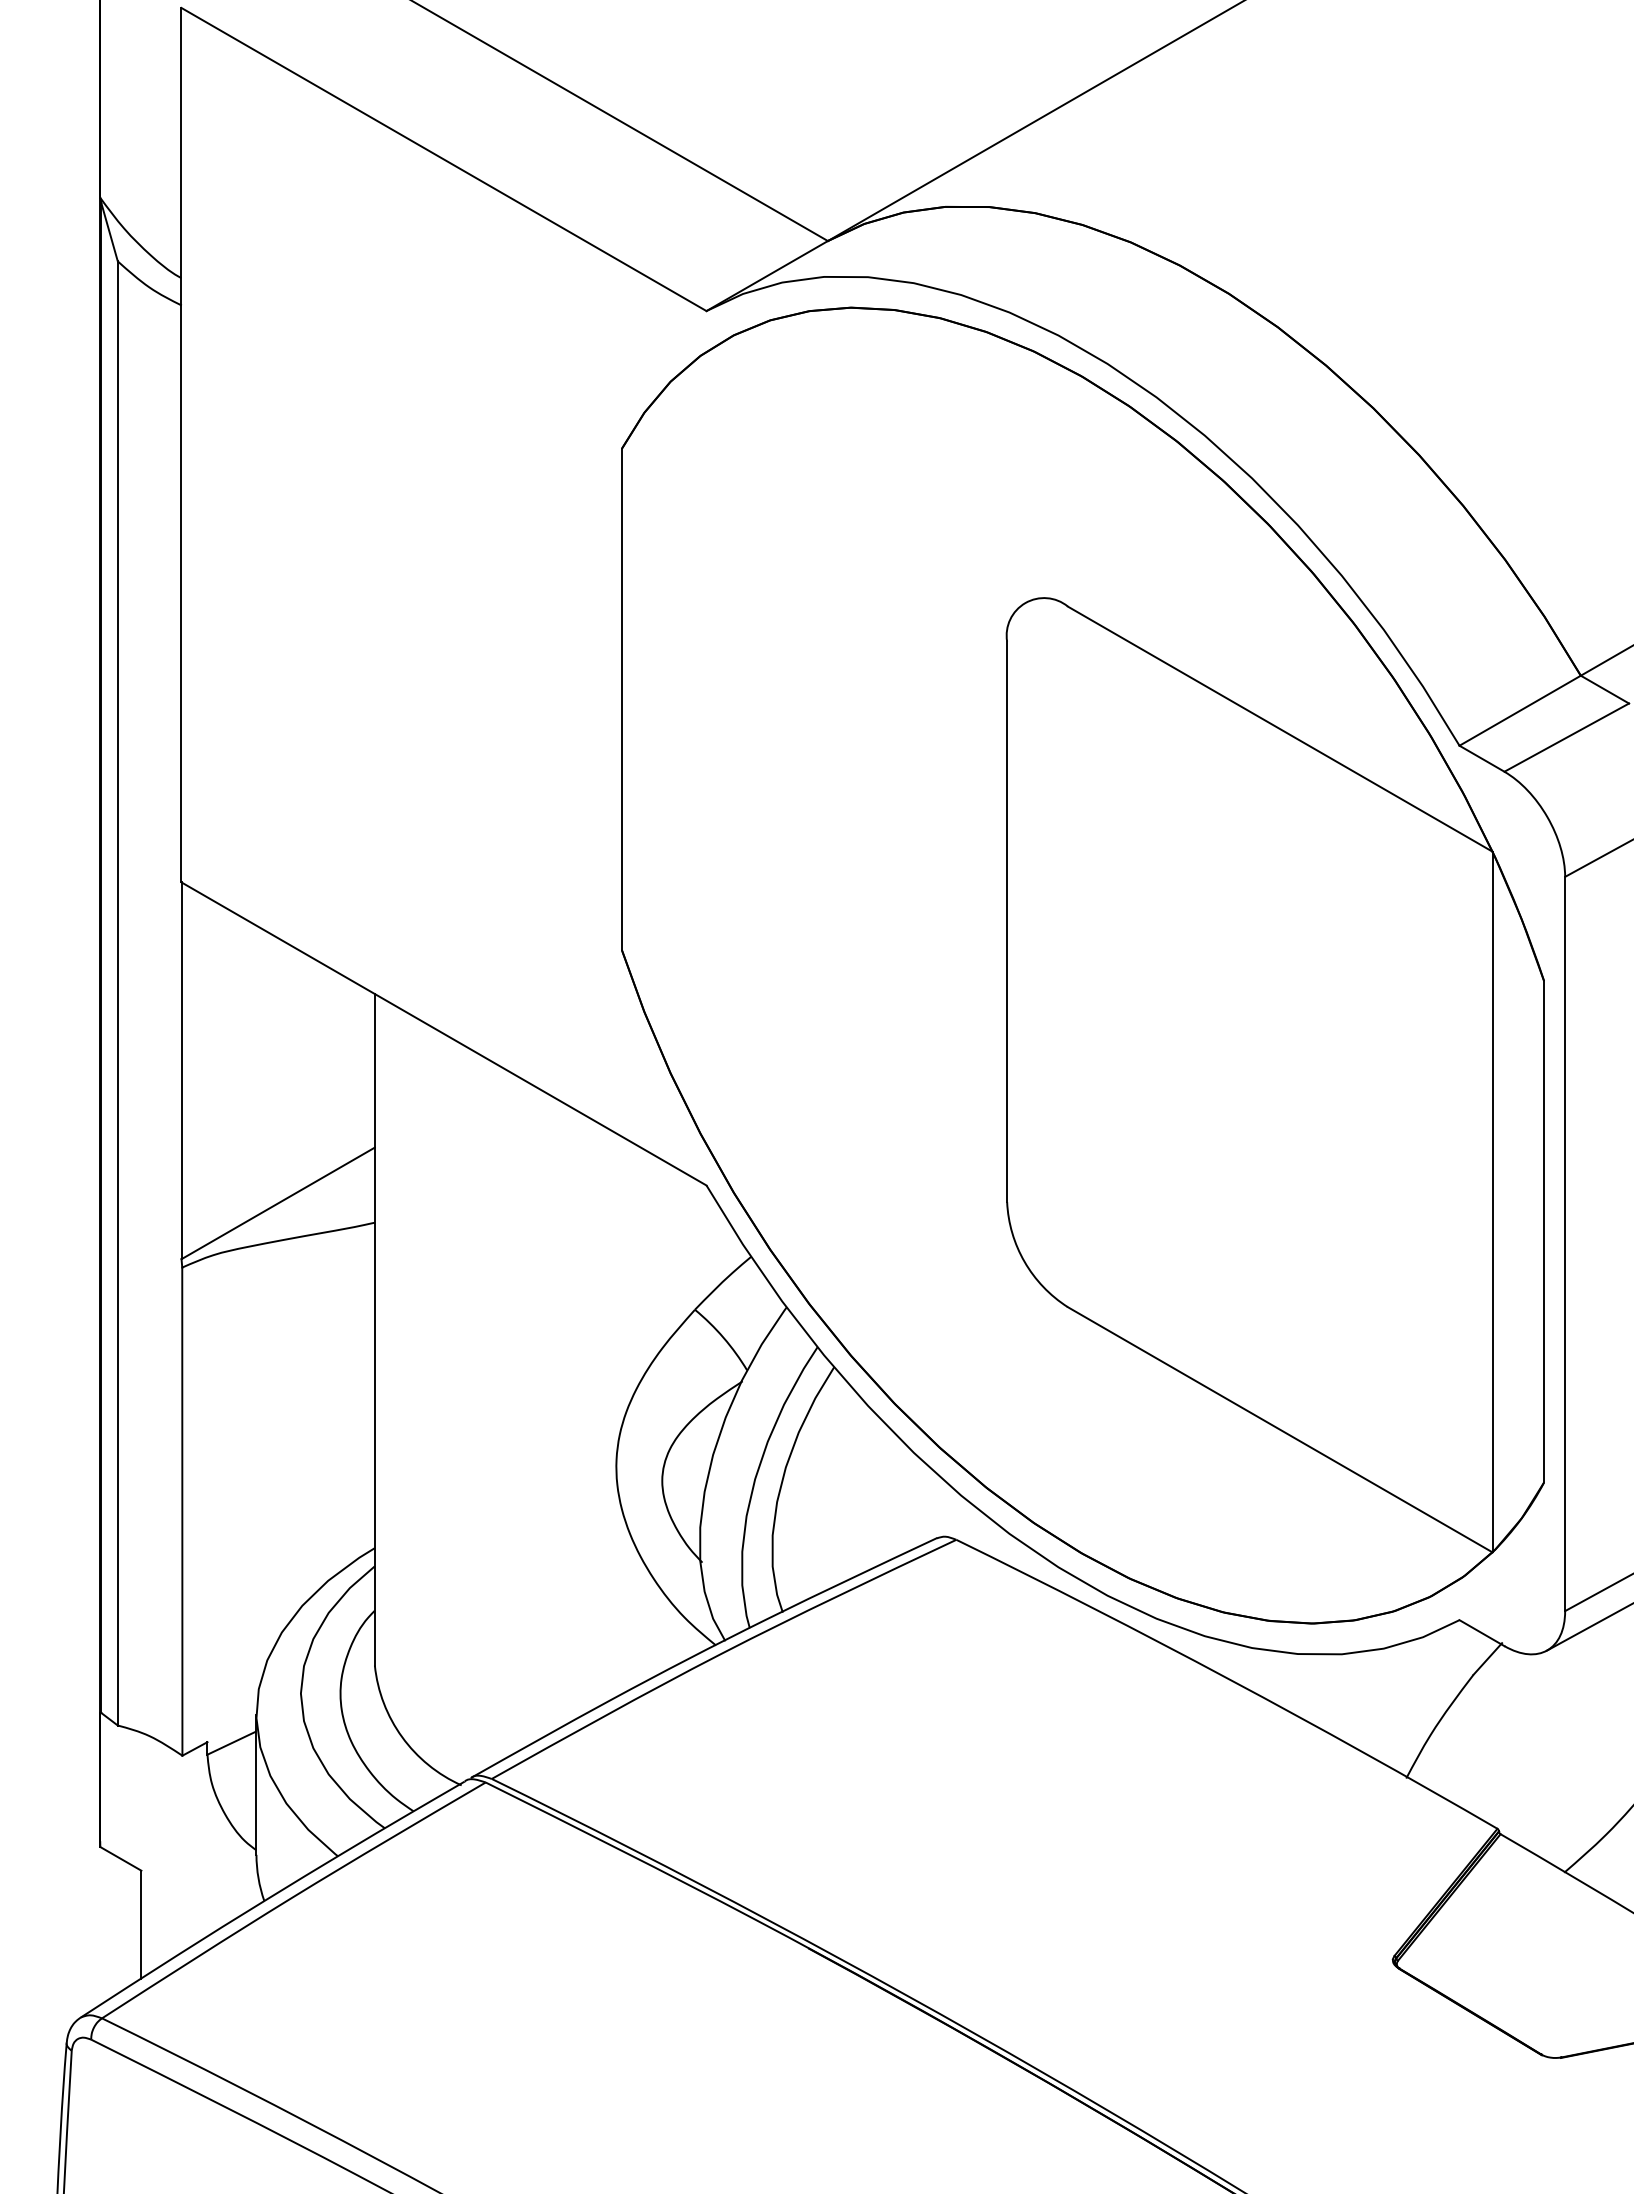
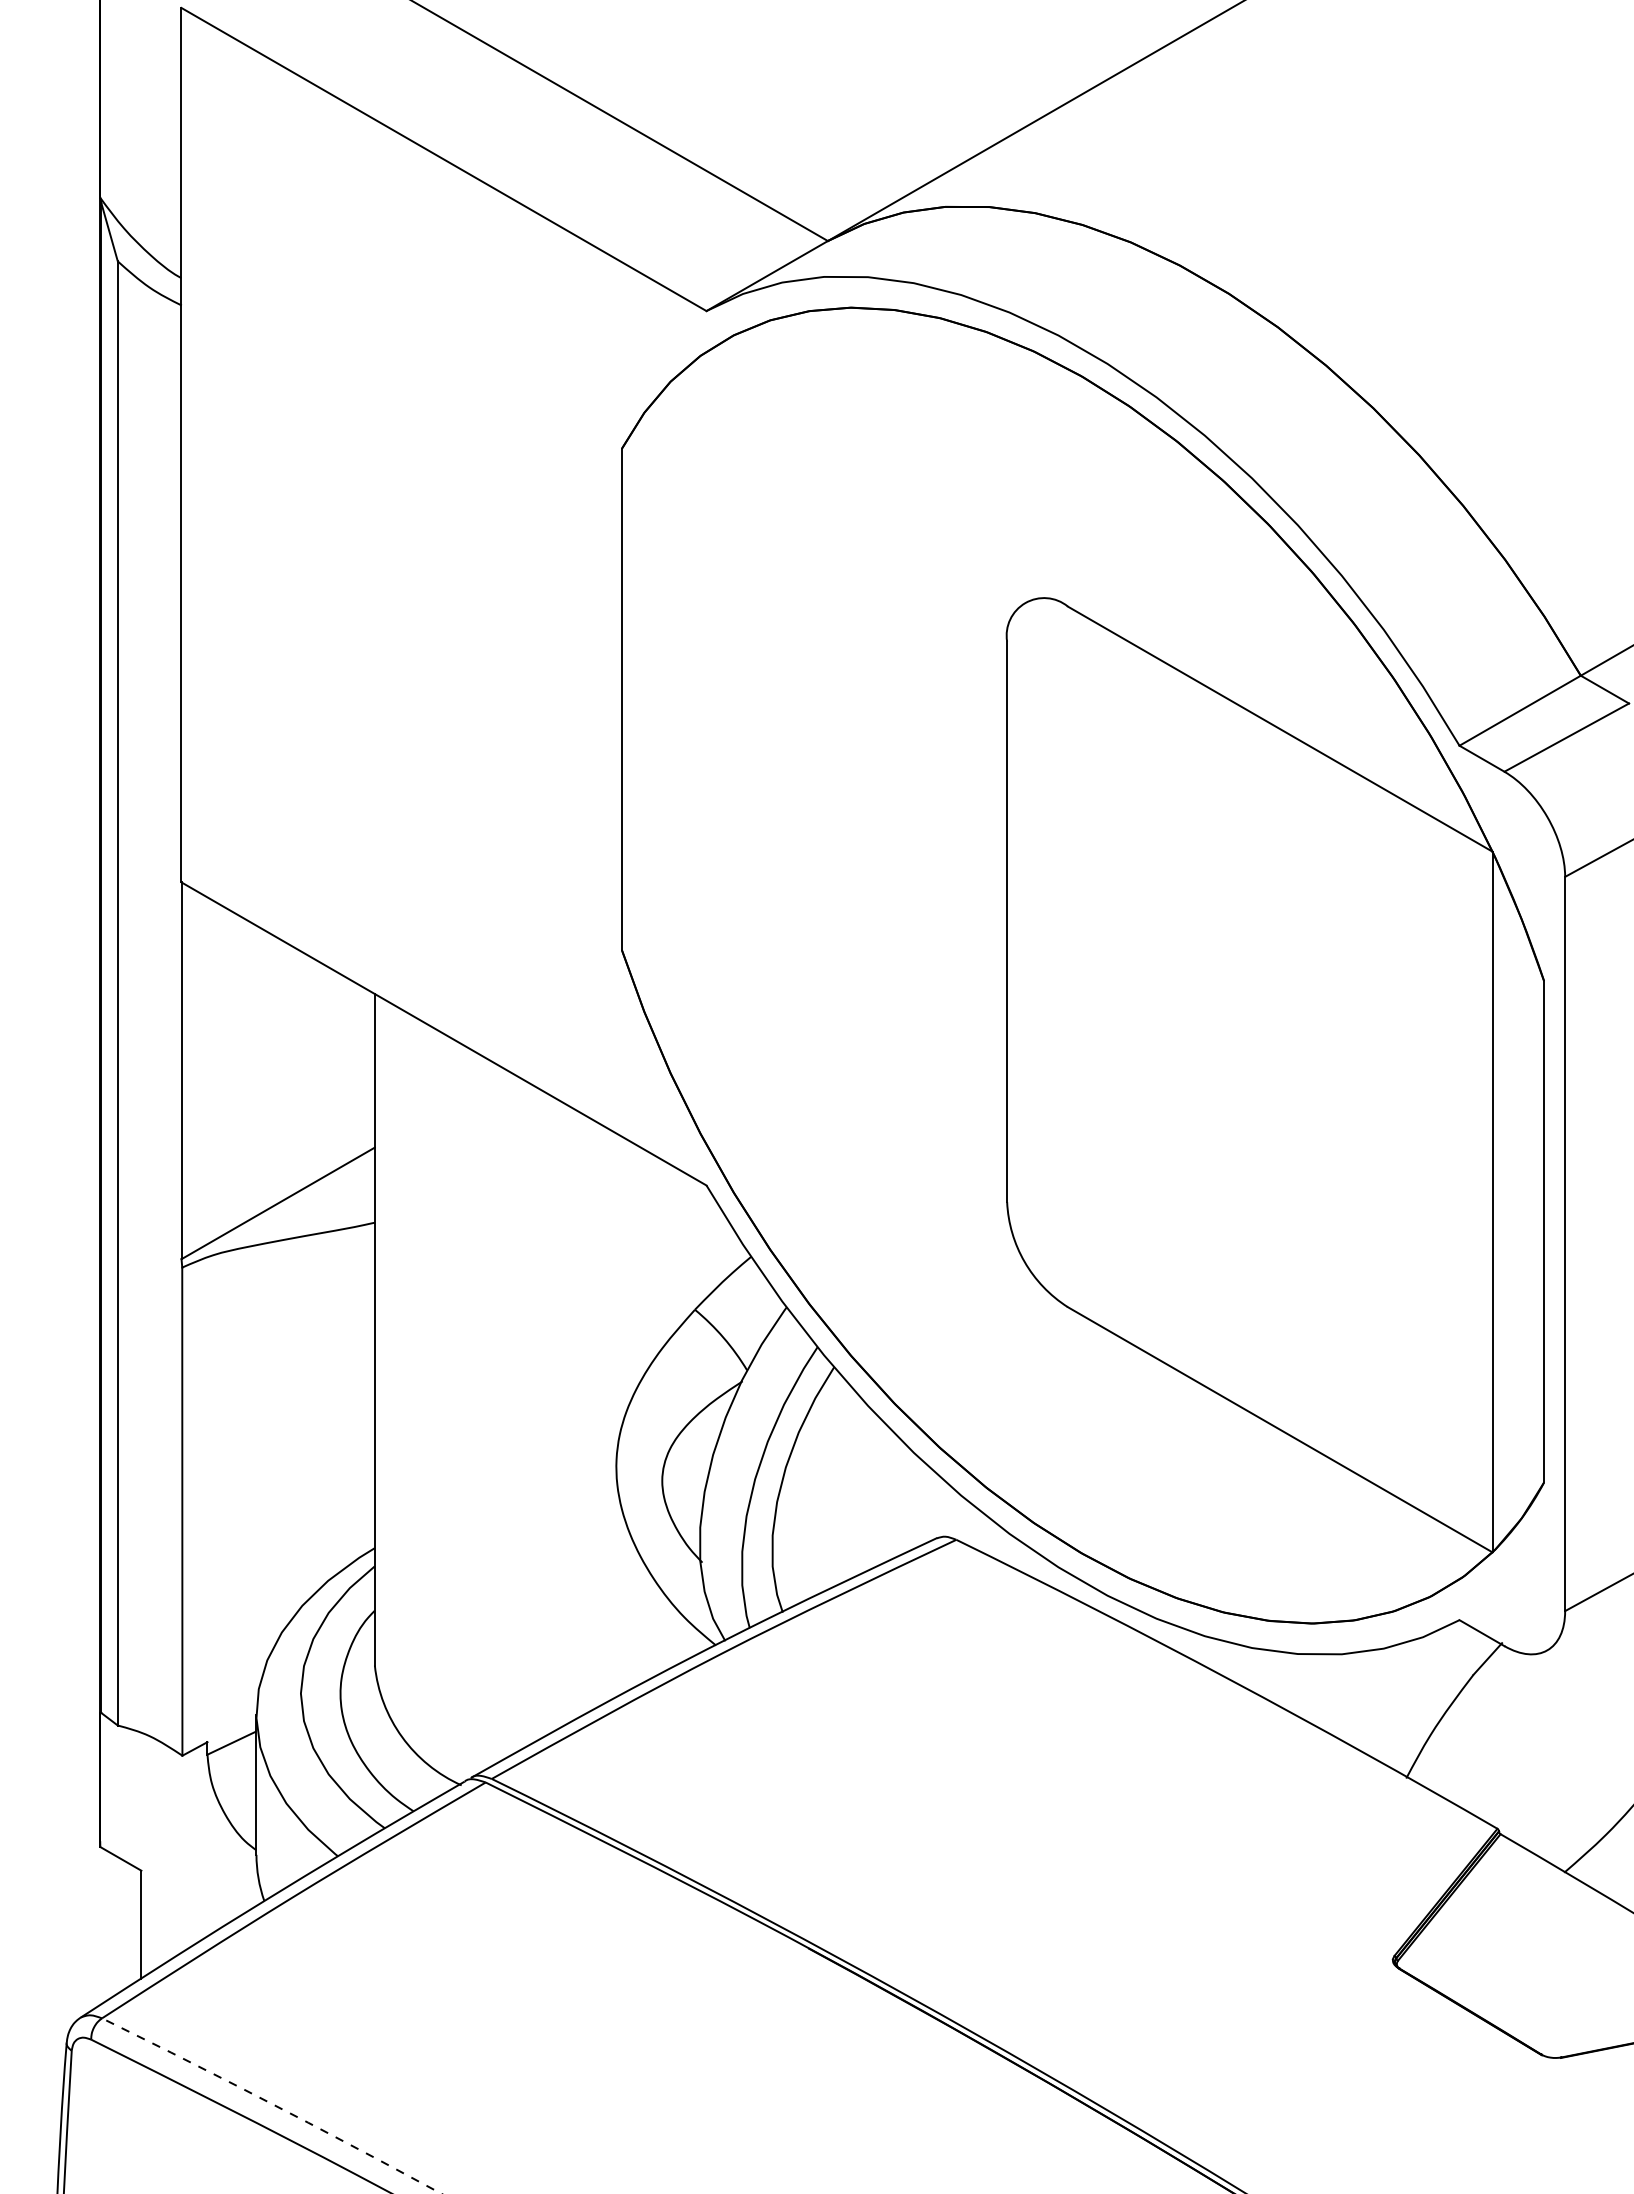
line at (1588, 1627): present -> none
arc at (271, 2103): solid -> dashed
